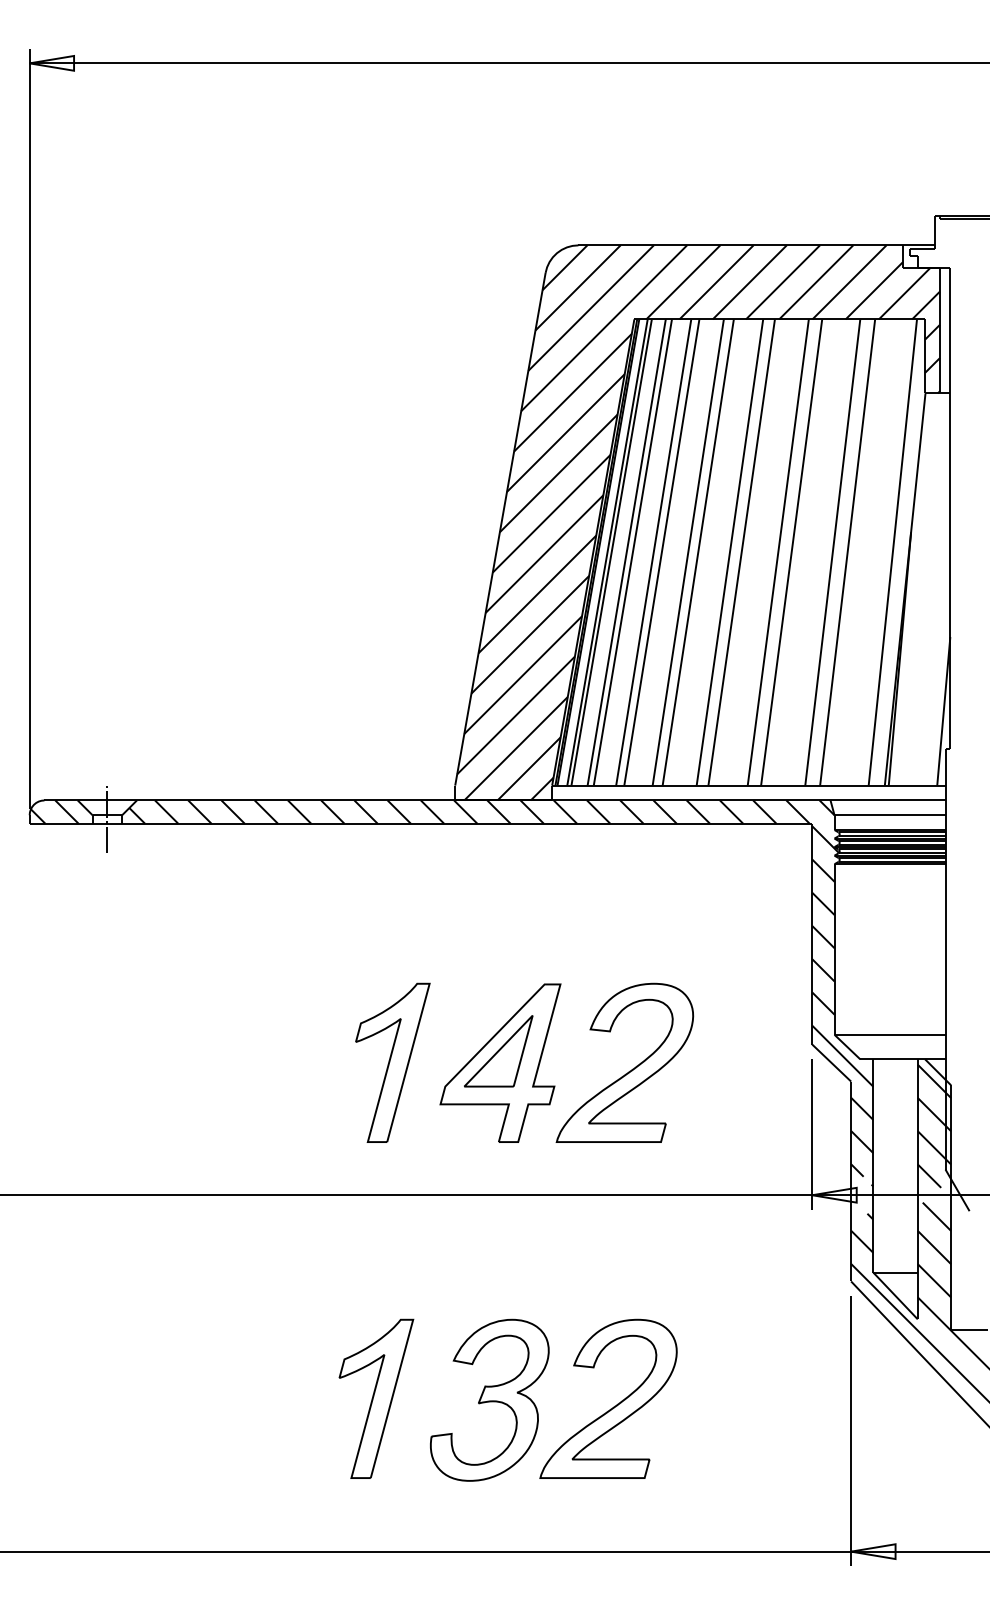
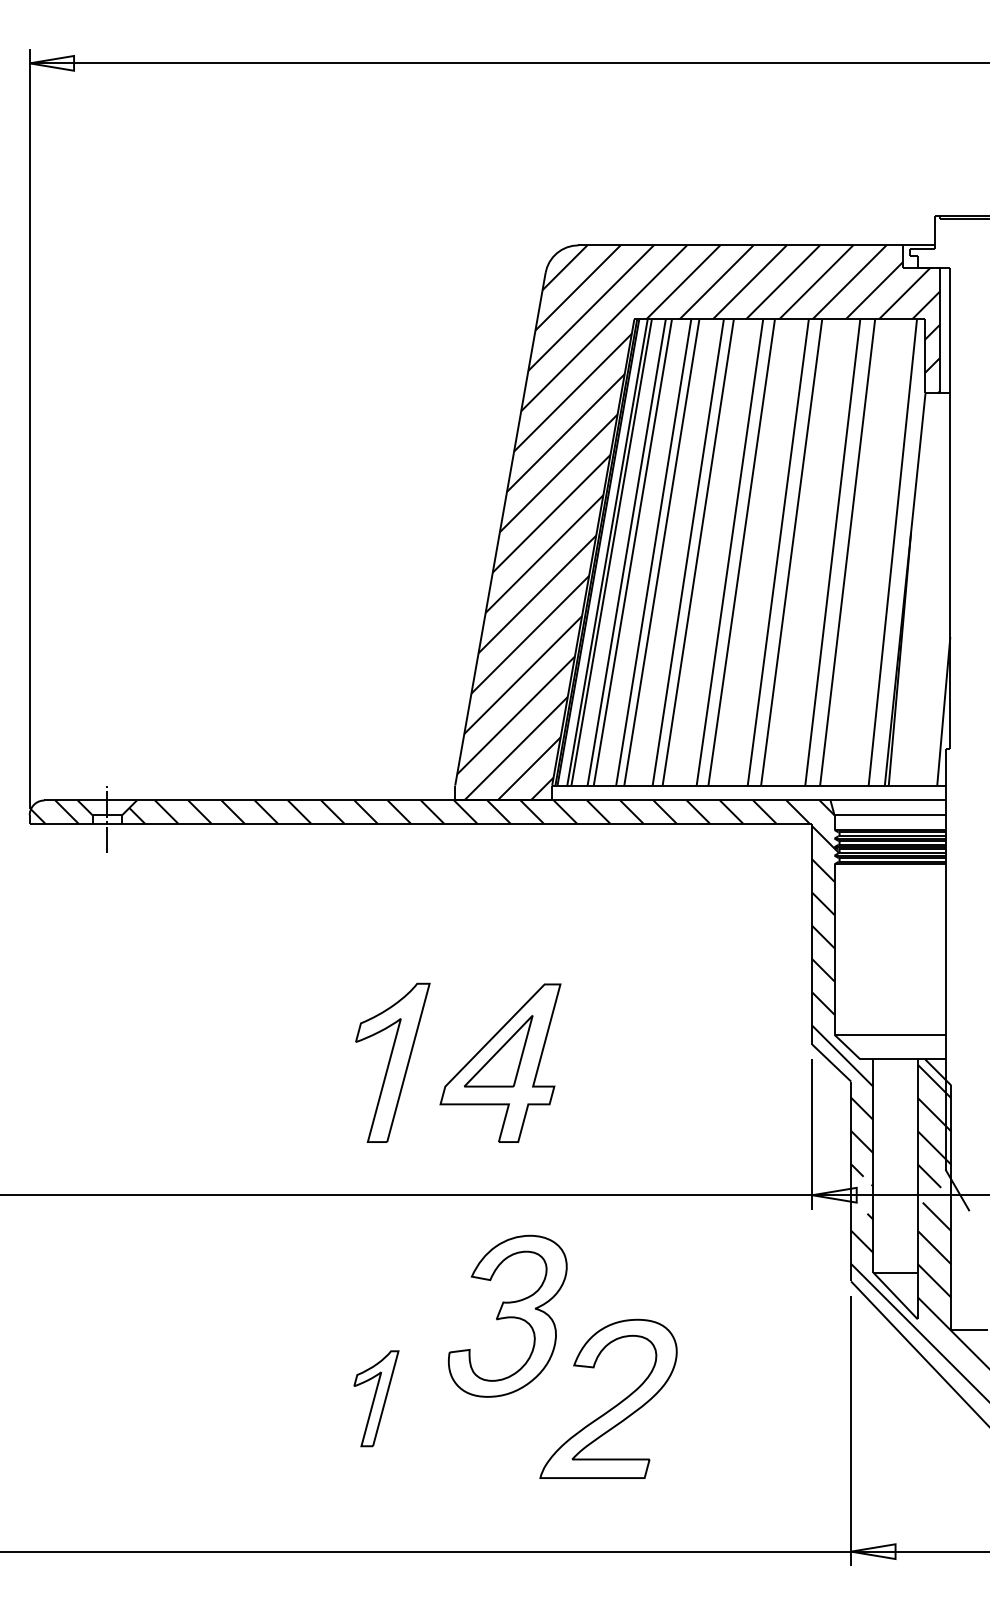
part at (628, 1071): present -> none
part at (376, 1398) size: 77x161 px -> 47x98 px
part at (489, 1399) position: (489, 1399) -> (507, 1315)
